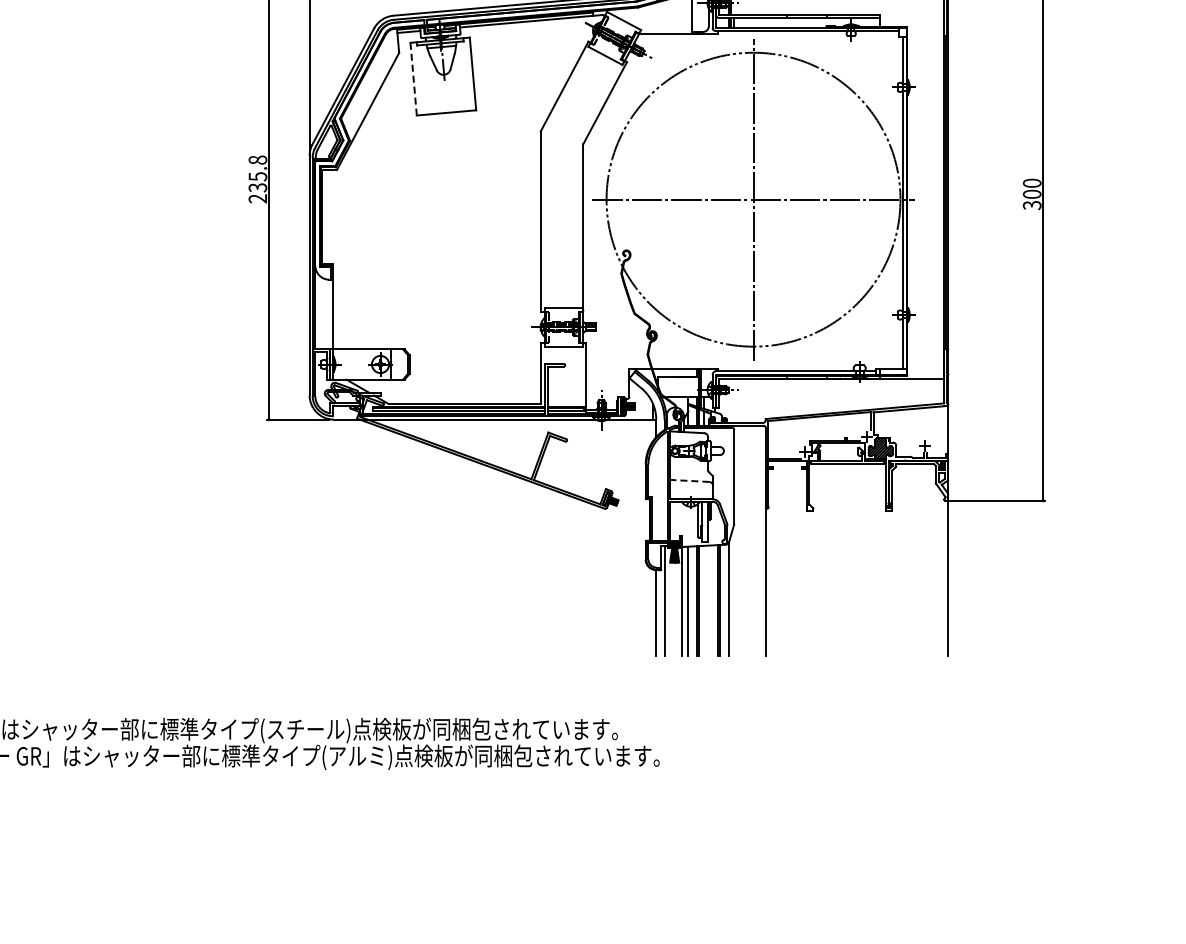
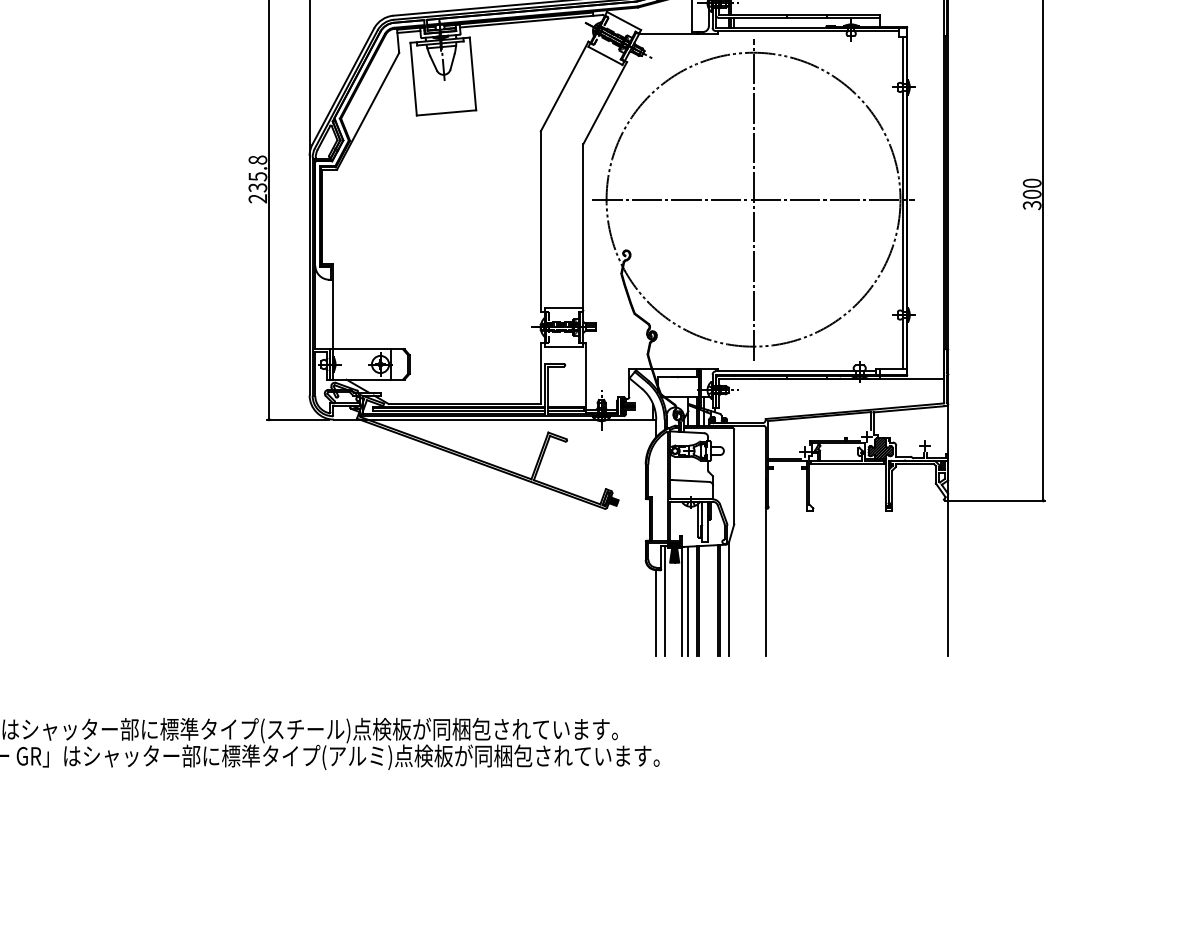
line at (413, 79): dashed -> solid
line at (690, 480): dashed -> solid
